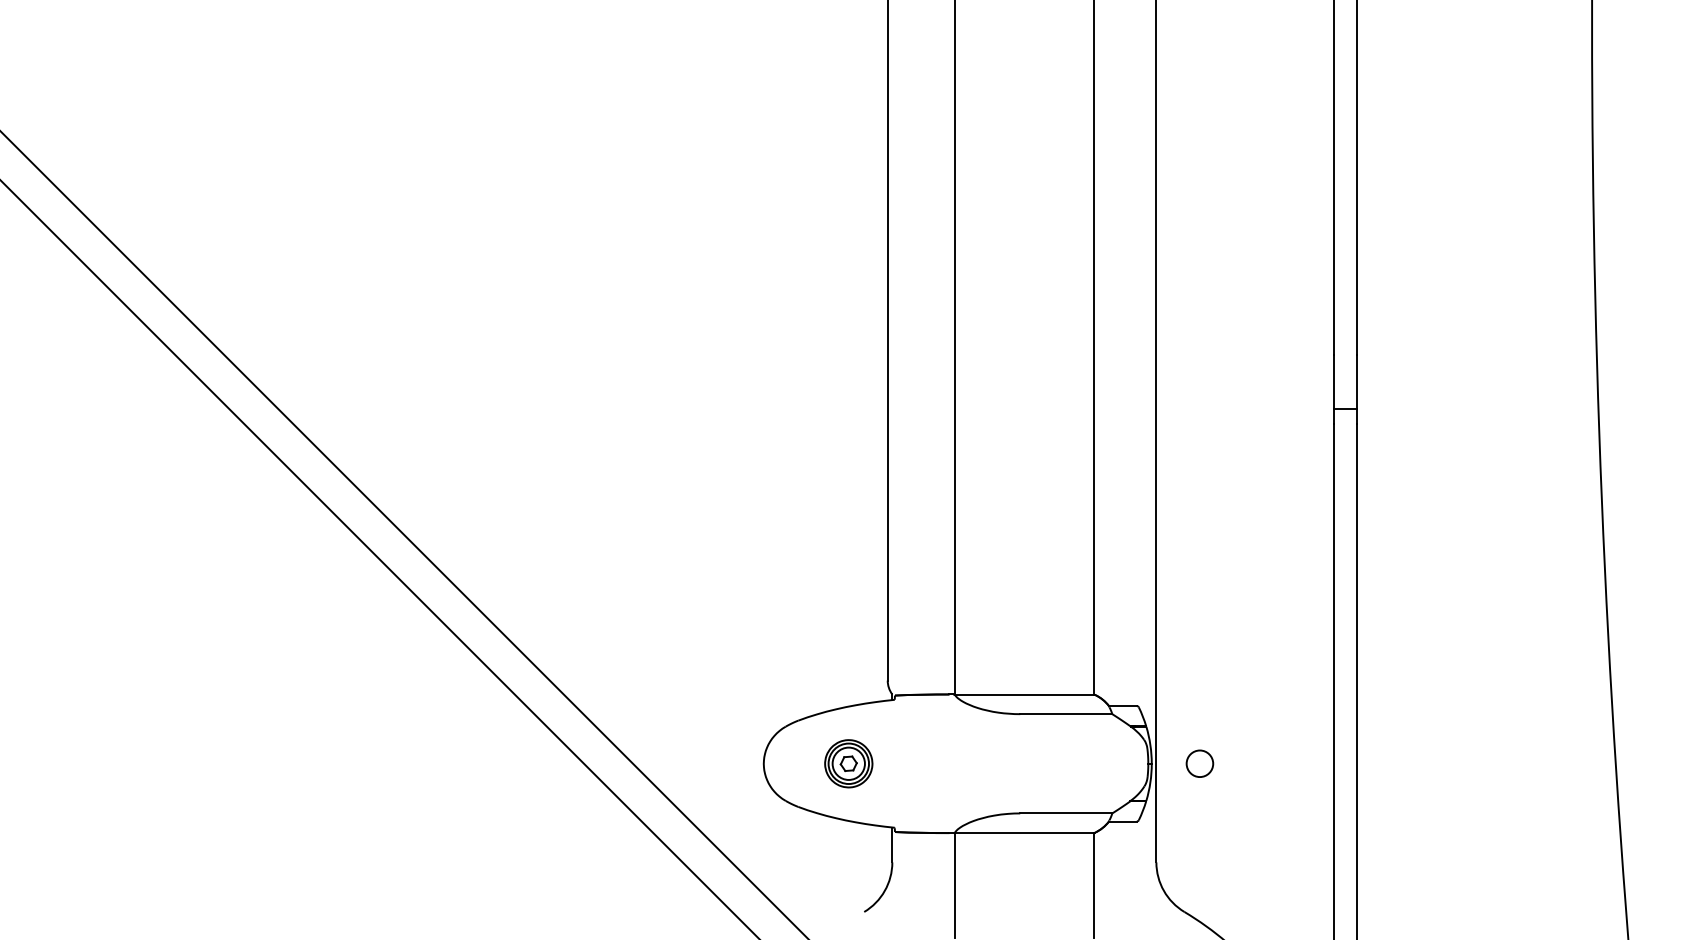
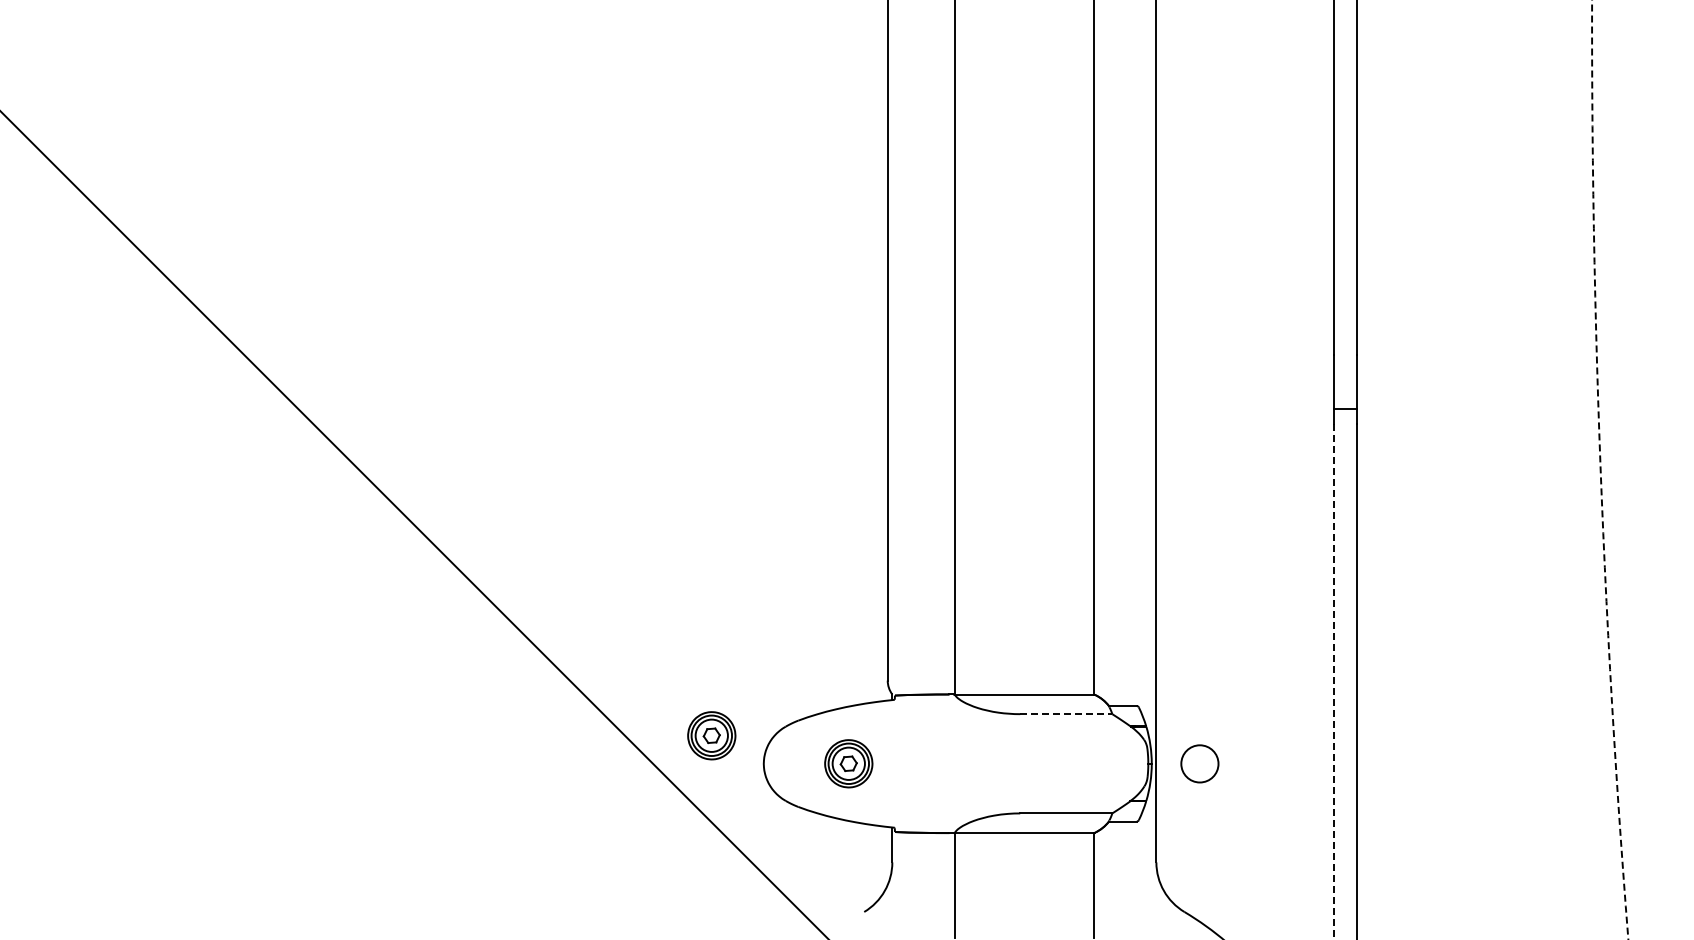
arc at (1600, 470): solid -> dashed
line at (403, 534) position: (403, 534) -> (413, 524)
line at (379, 559): present -> none
line at (1333, 682): solid -> dashed
line at (1066, 714): solid -> dashed
part at (711, 735): none -> present
circle at (1199, 763) size: 30x29 px -> 40x40 px
